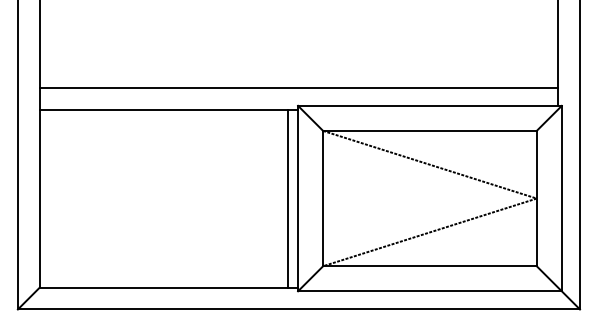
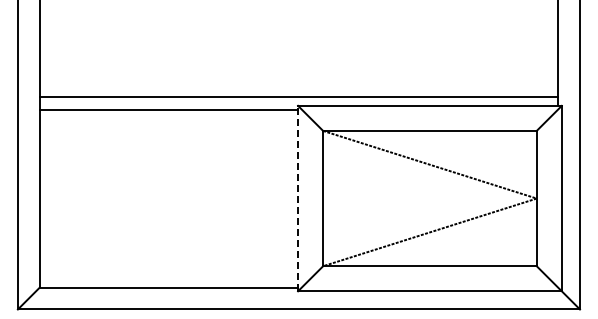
line at (298, 87) position: (298, 87) -> (298, 96)
line at (288, 198): present -> none
line at (298, 198): solid -> dashed
